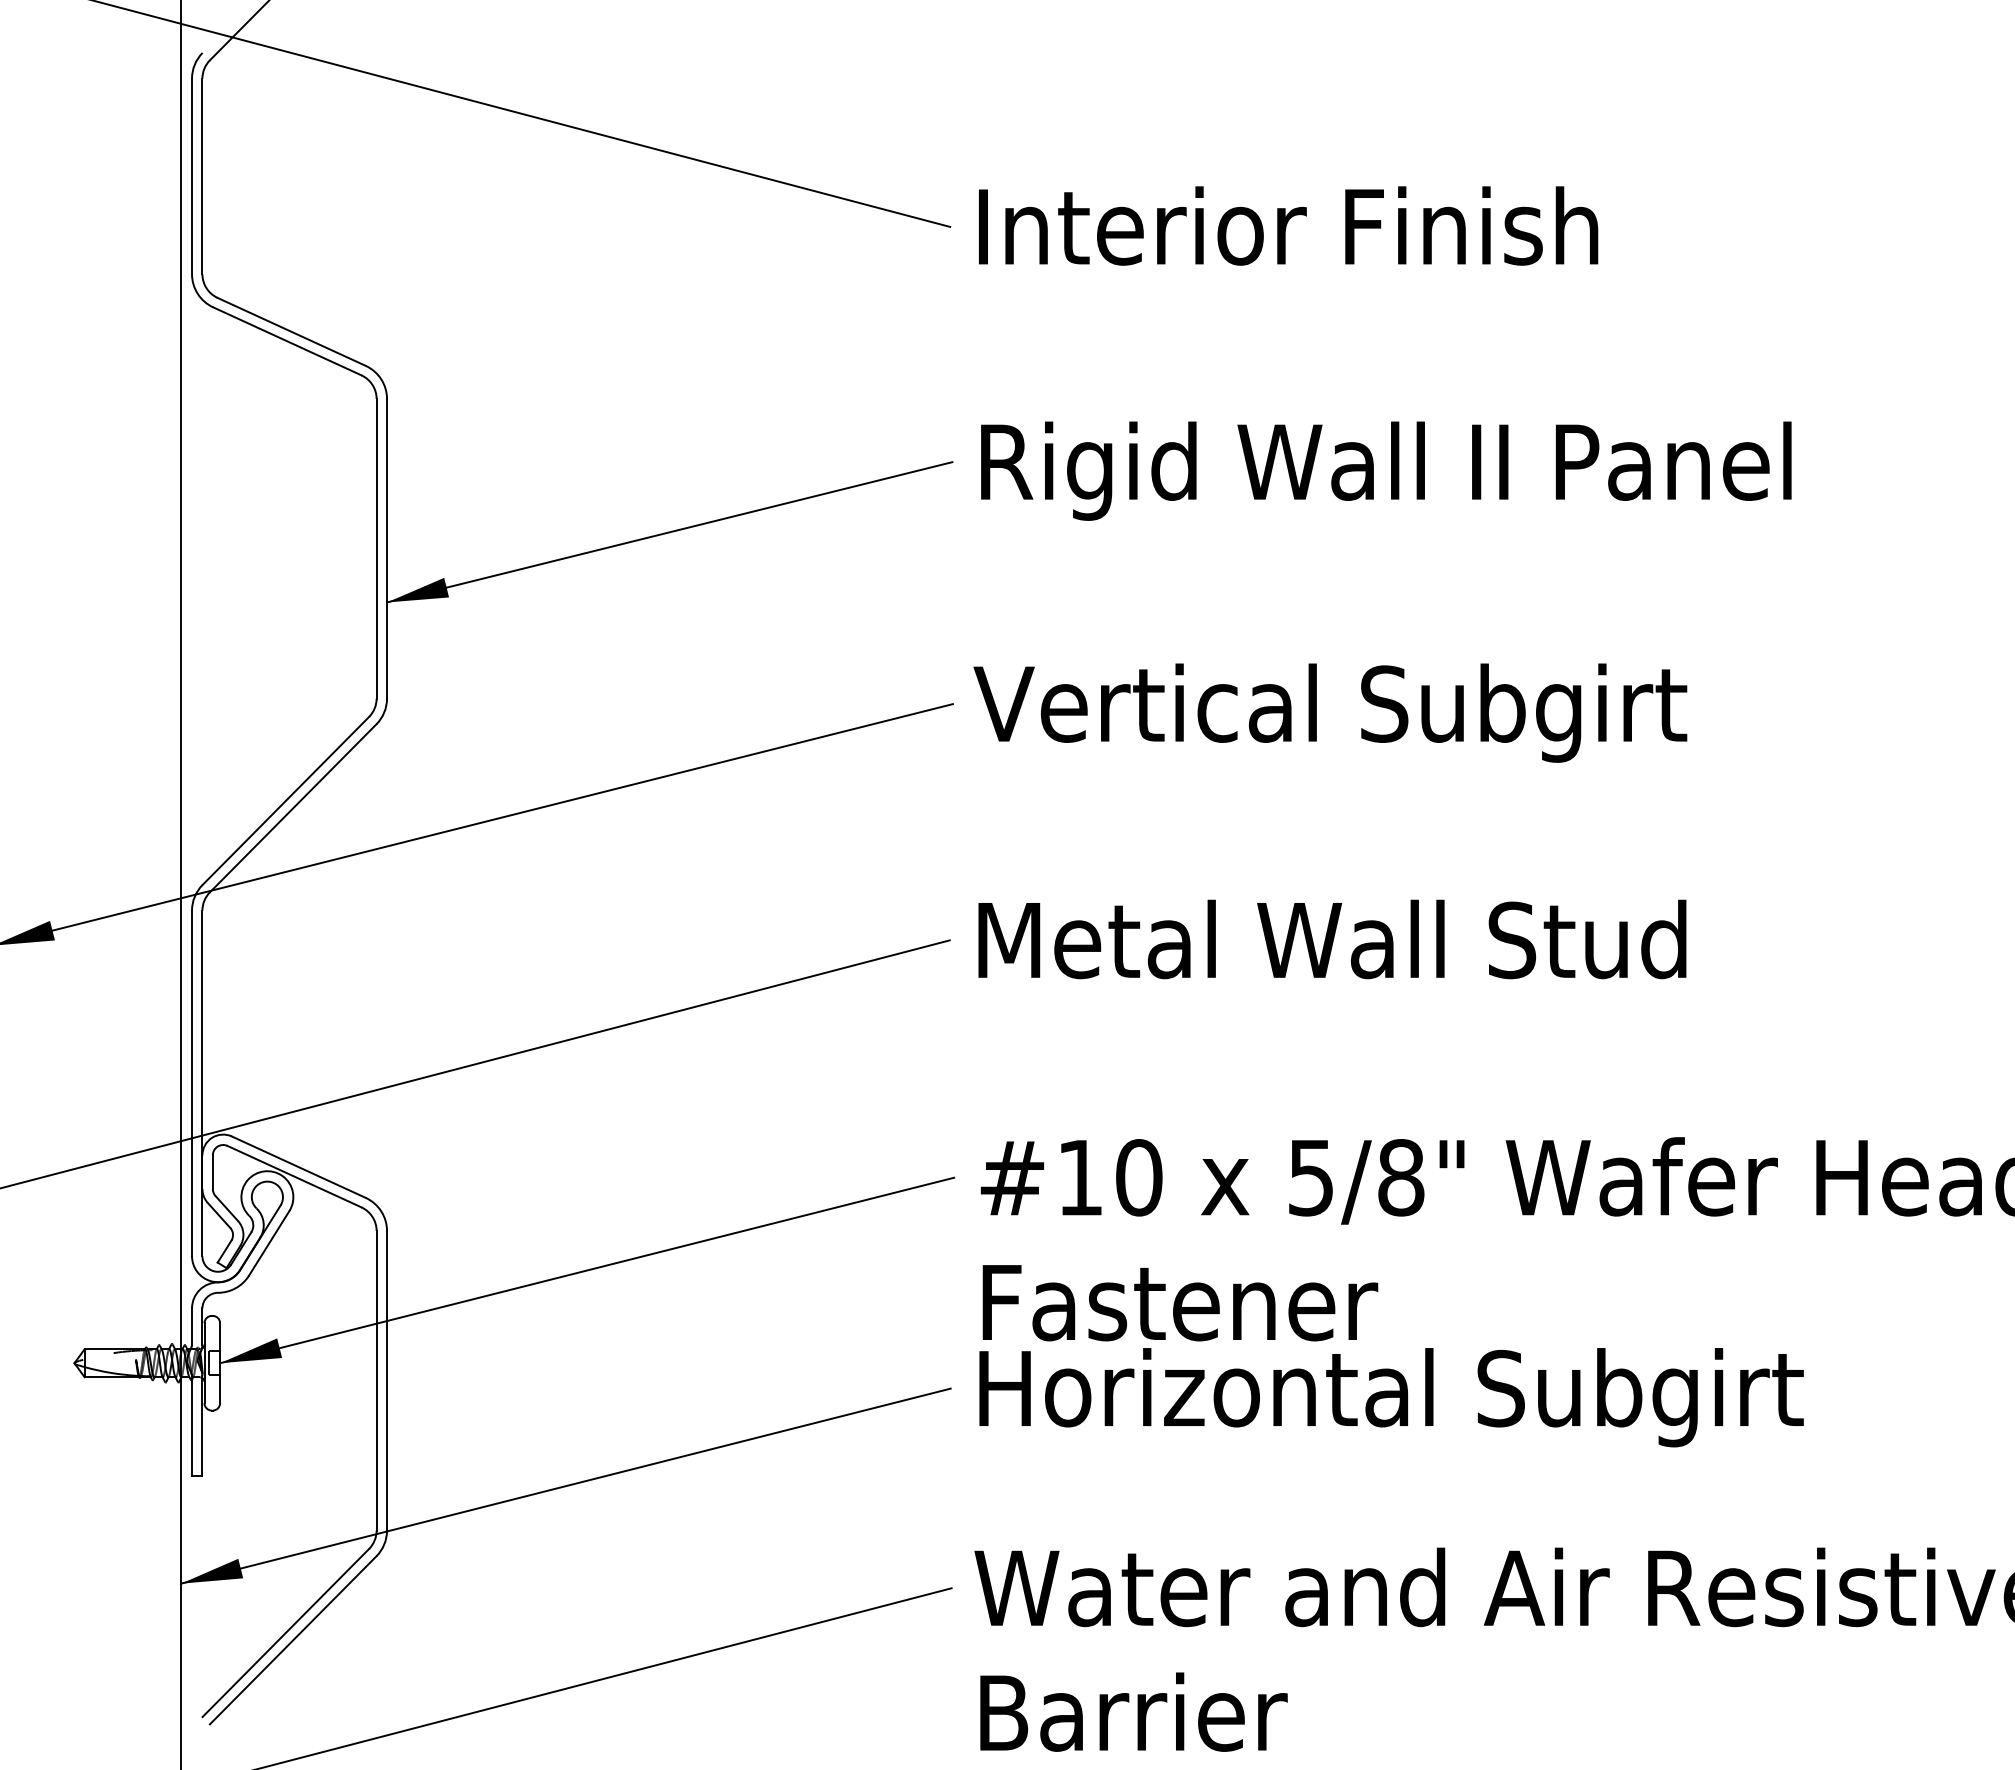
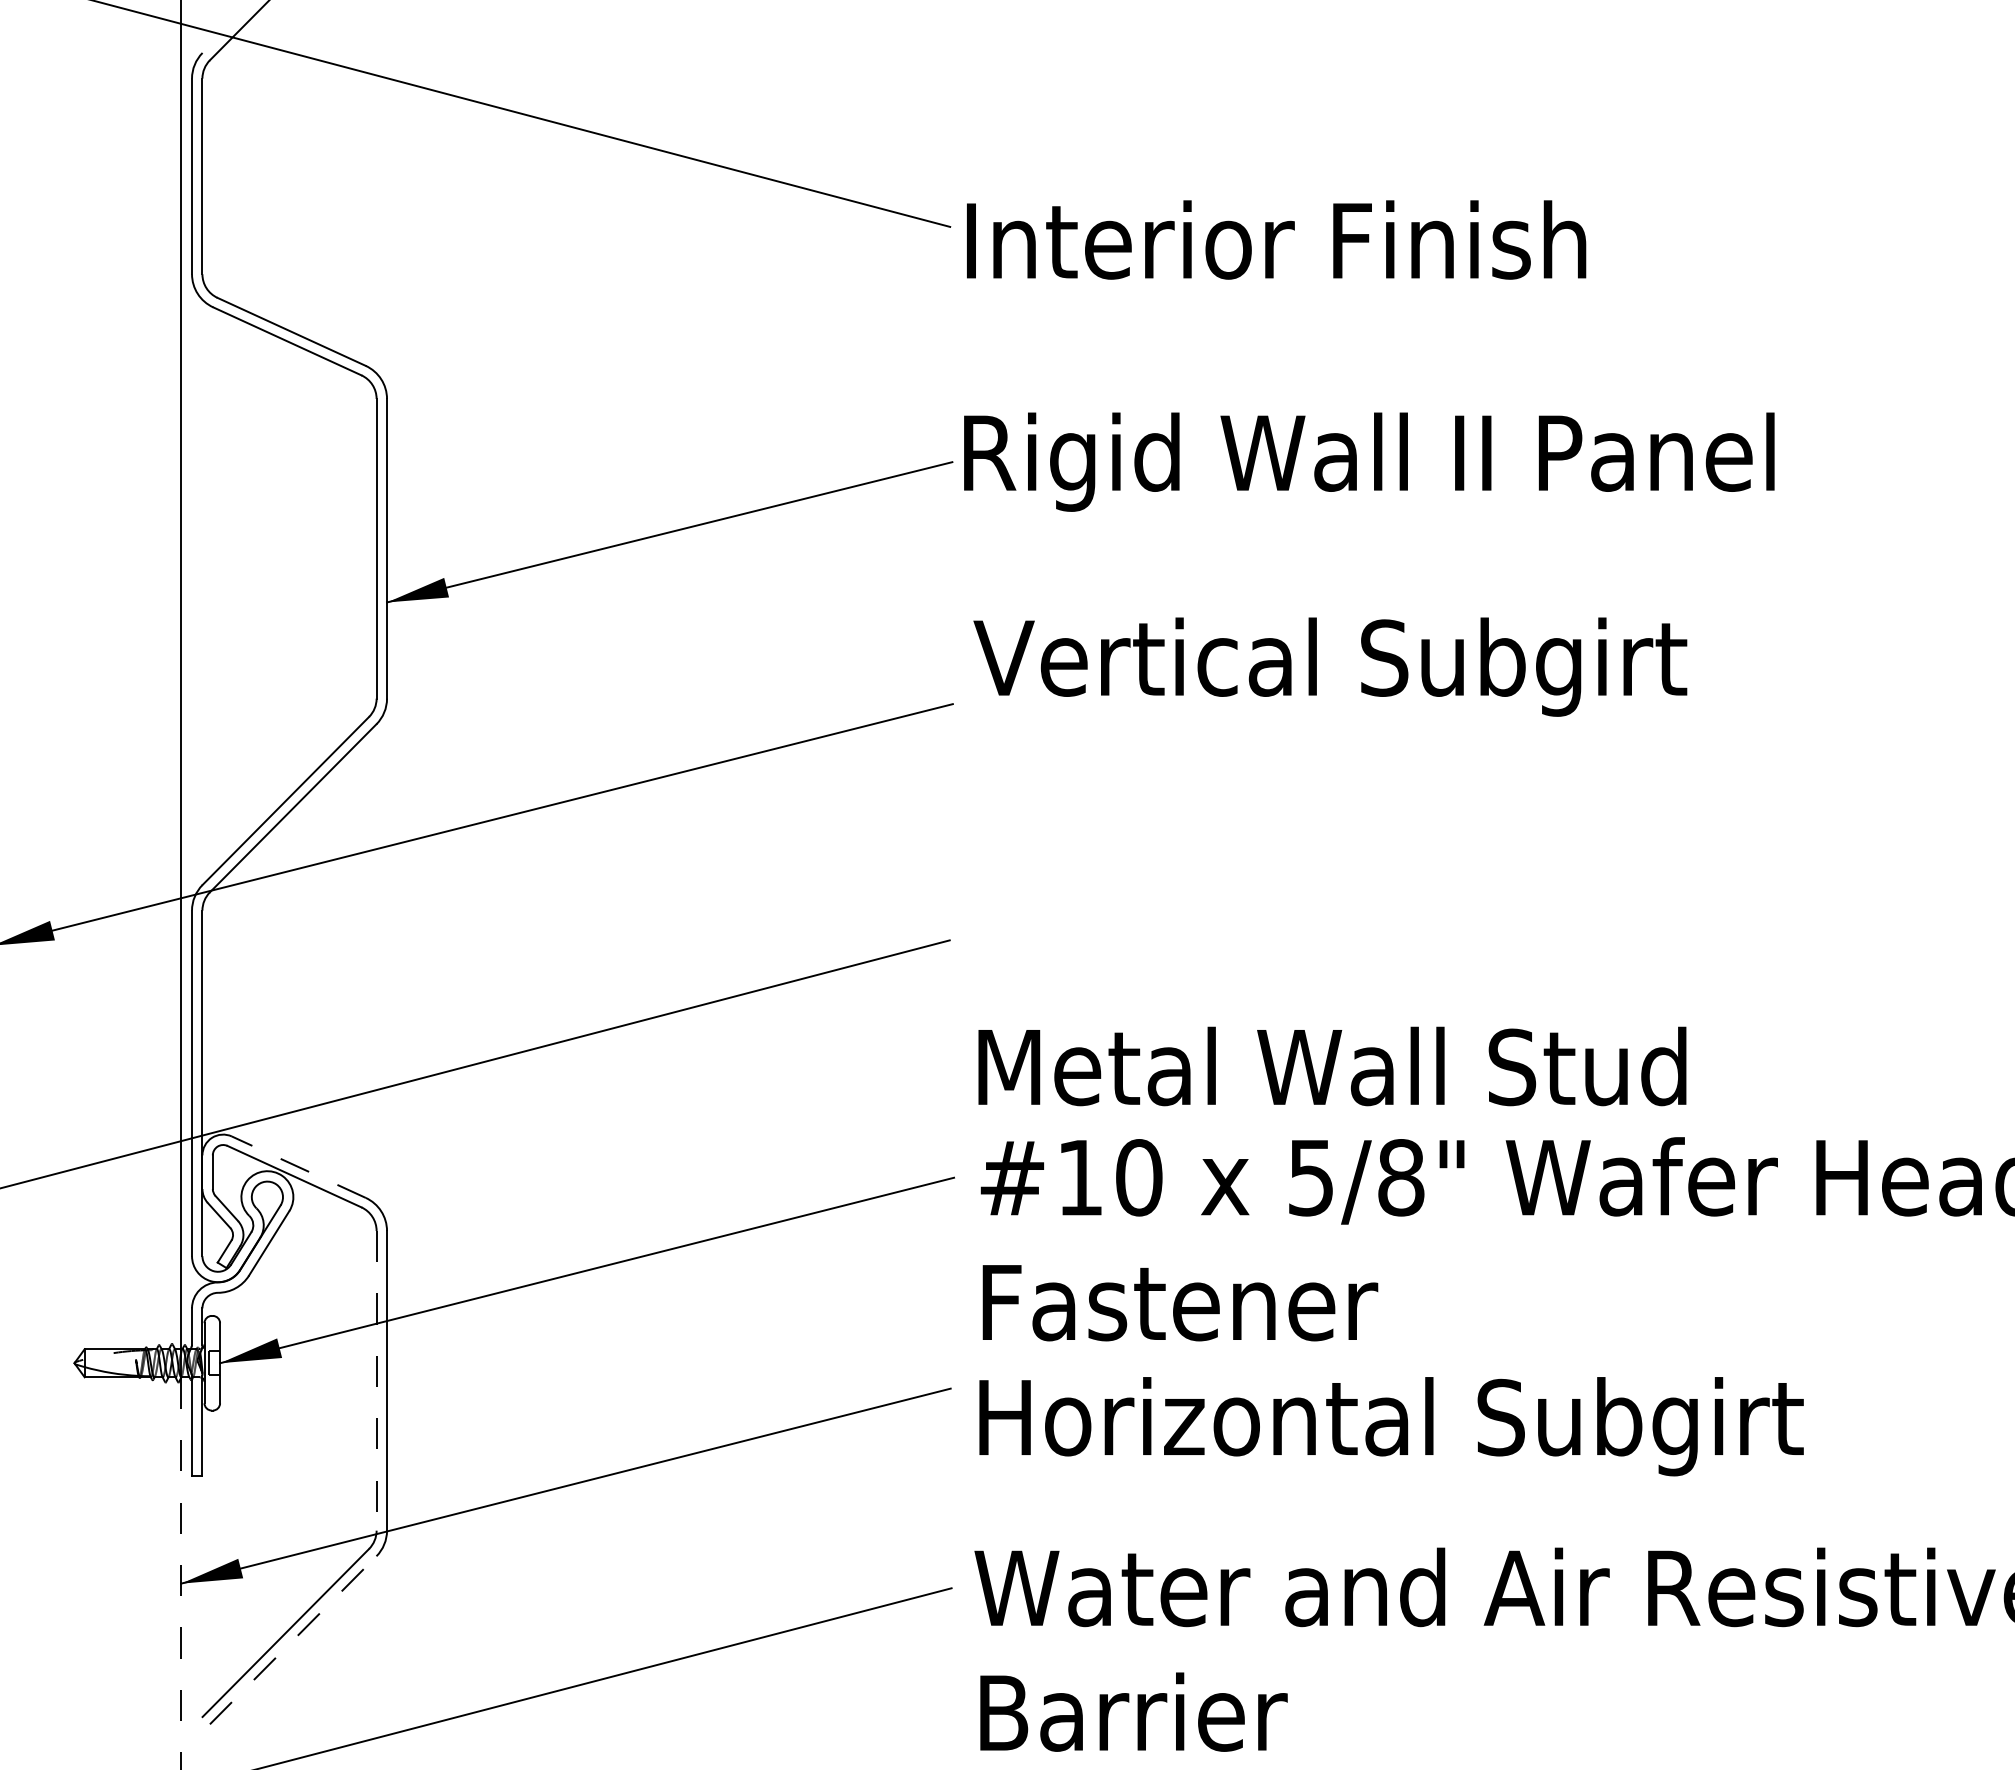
text at (1288, 225) position: (1288, 225) -> (1276, 239)
text at (1386, 470) position: (1386, 470) -> (1369, 461)
text at (1330, 712) position: (1330, 712) -> (1330, 666)
text at (1332, 939) position: (1332, 939) -> (1332, 1066)
line at (298, 1167): solid -> dashed
line at (376, 1380): solid -> dashed
text at (1391, 1397) position: (1391, 1397) -> (1391, 1426)
line at (181, 1573): solid -> dashed
line at (293, 1639): solid -> dashed
